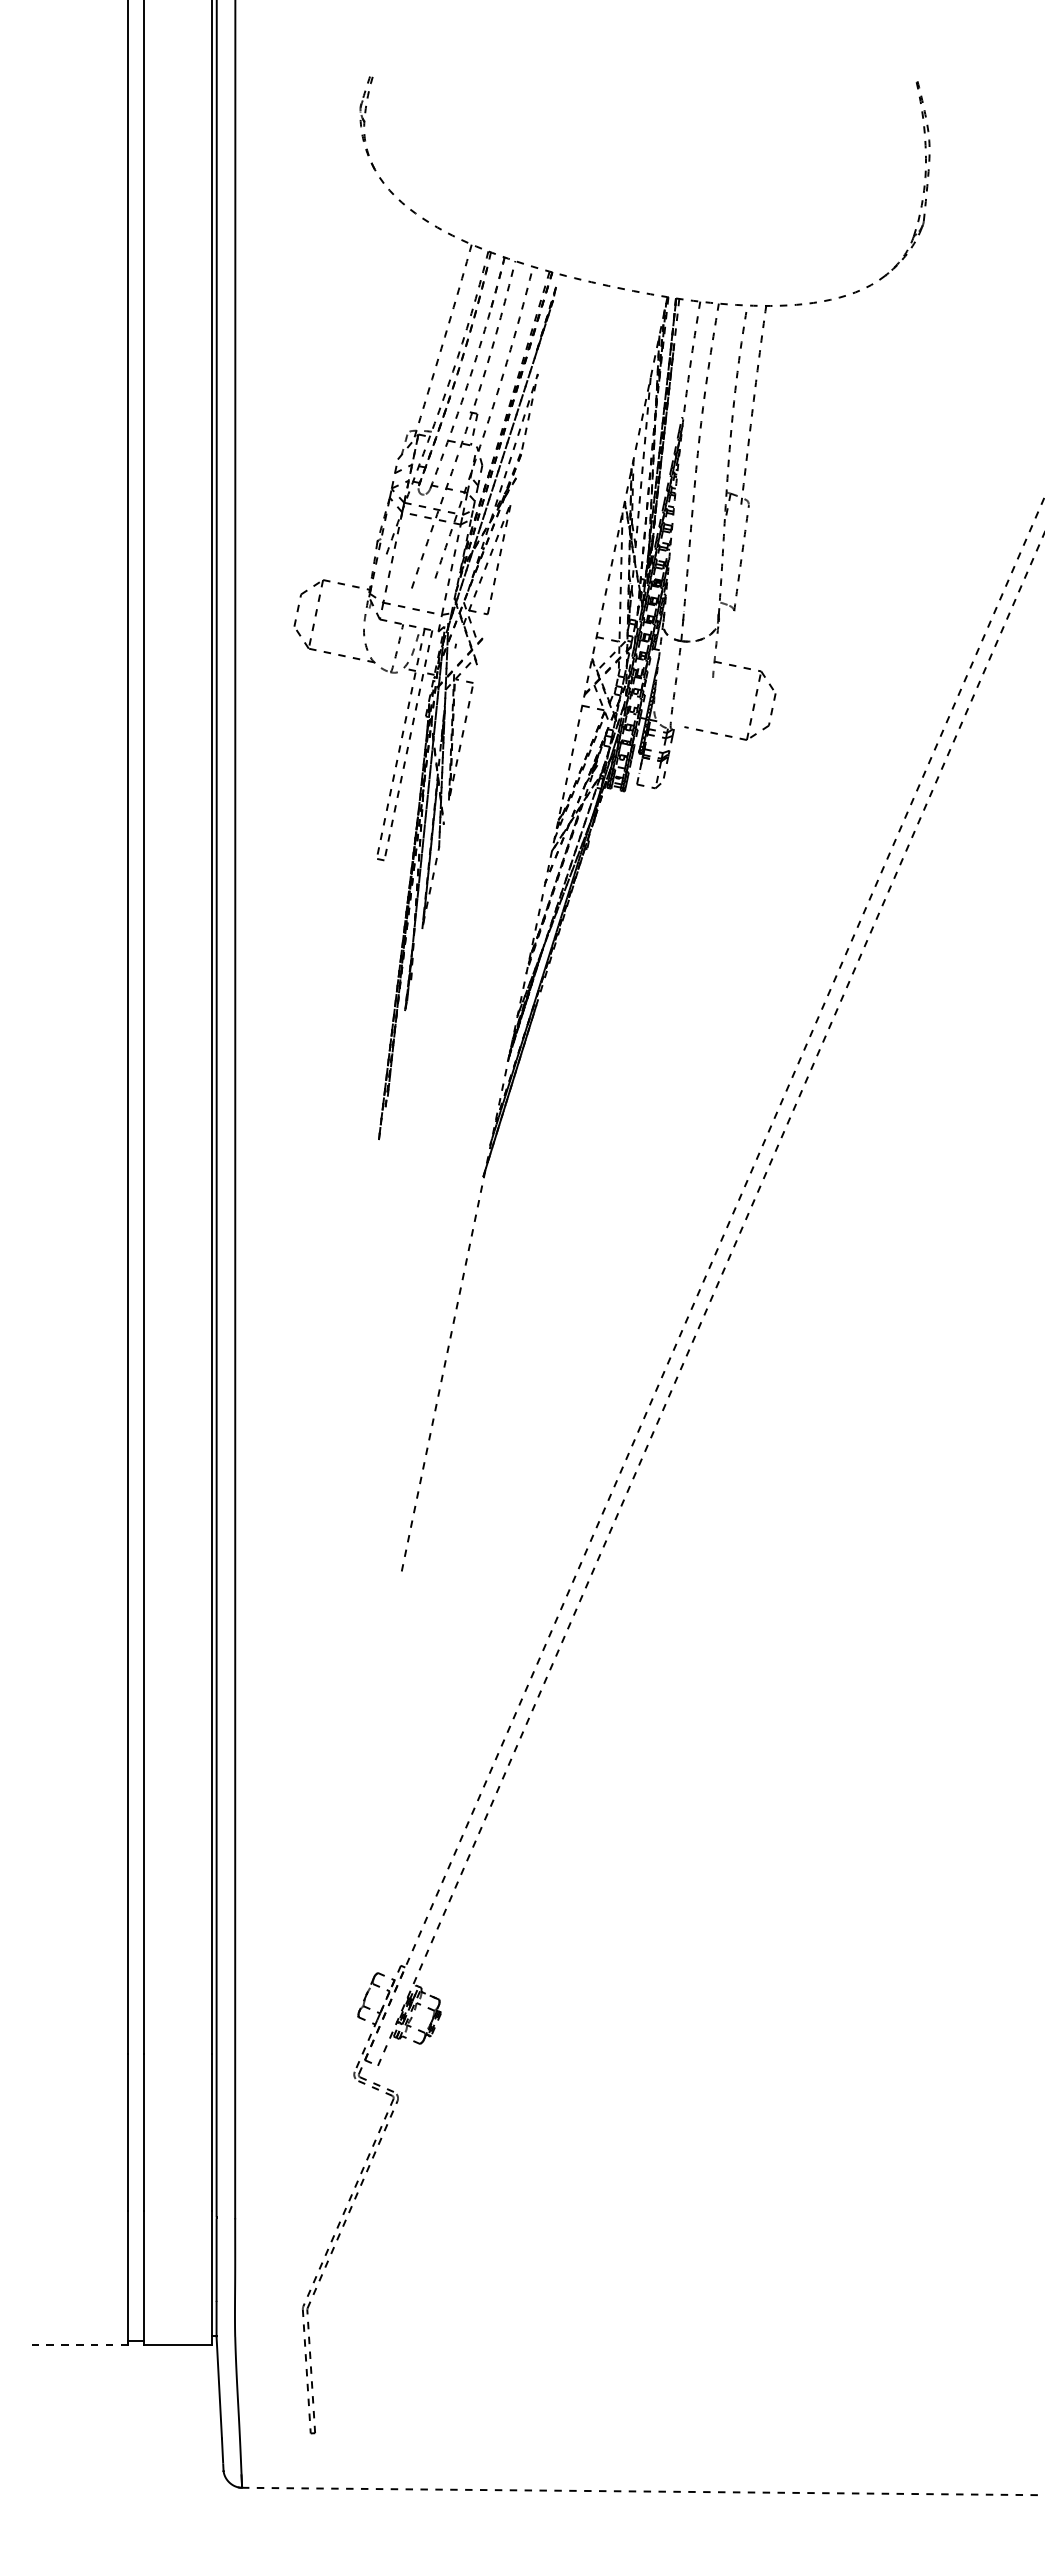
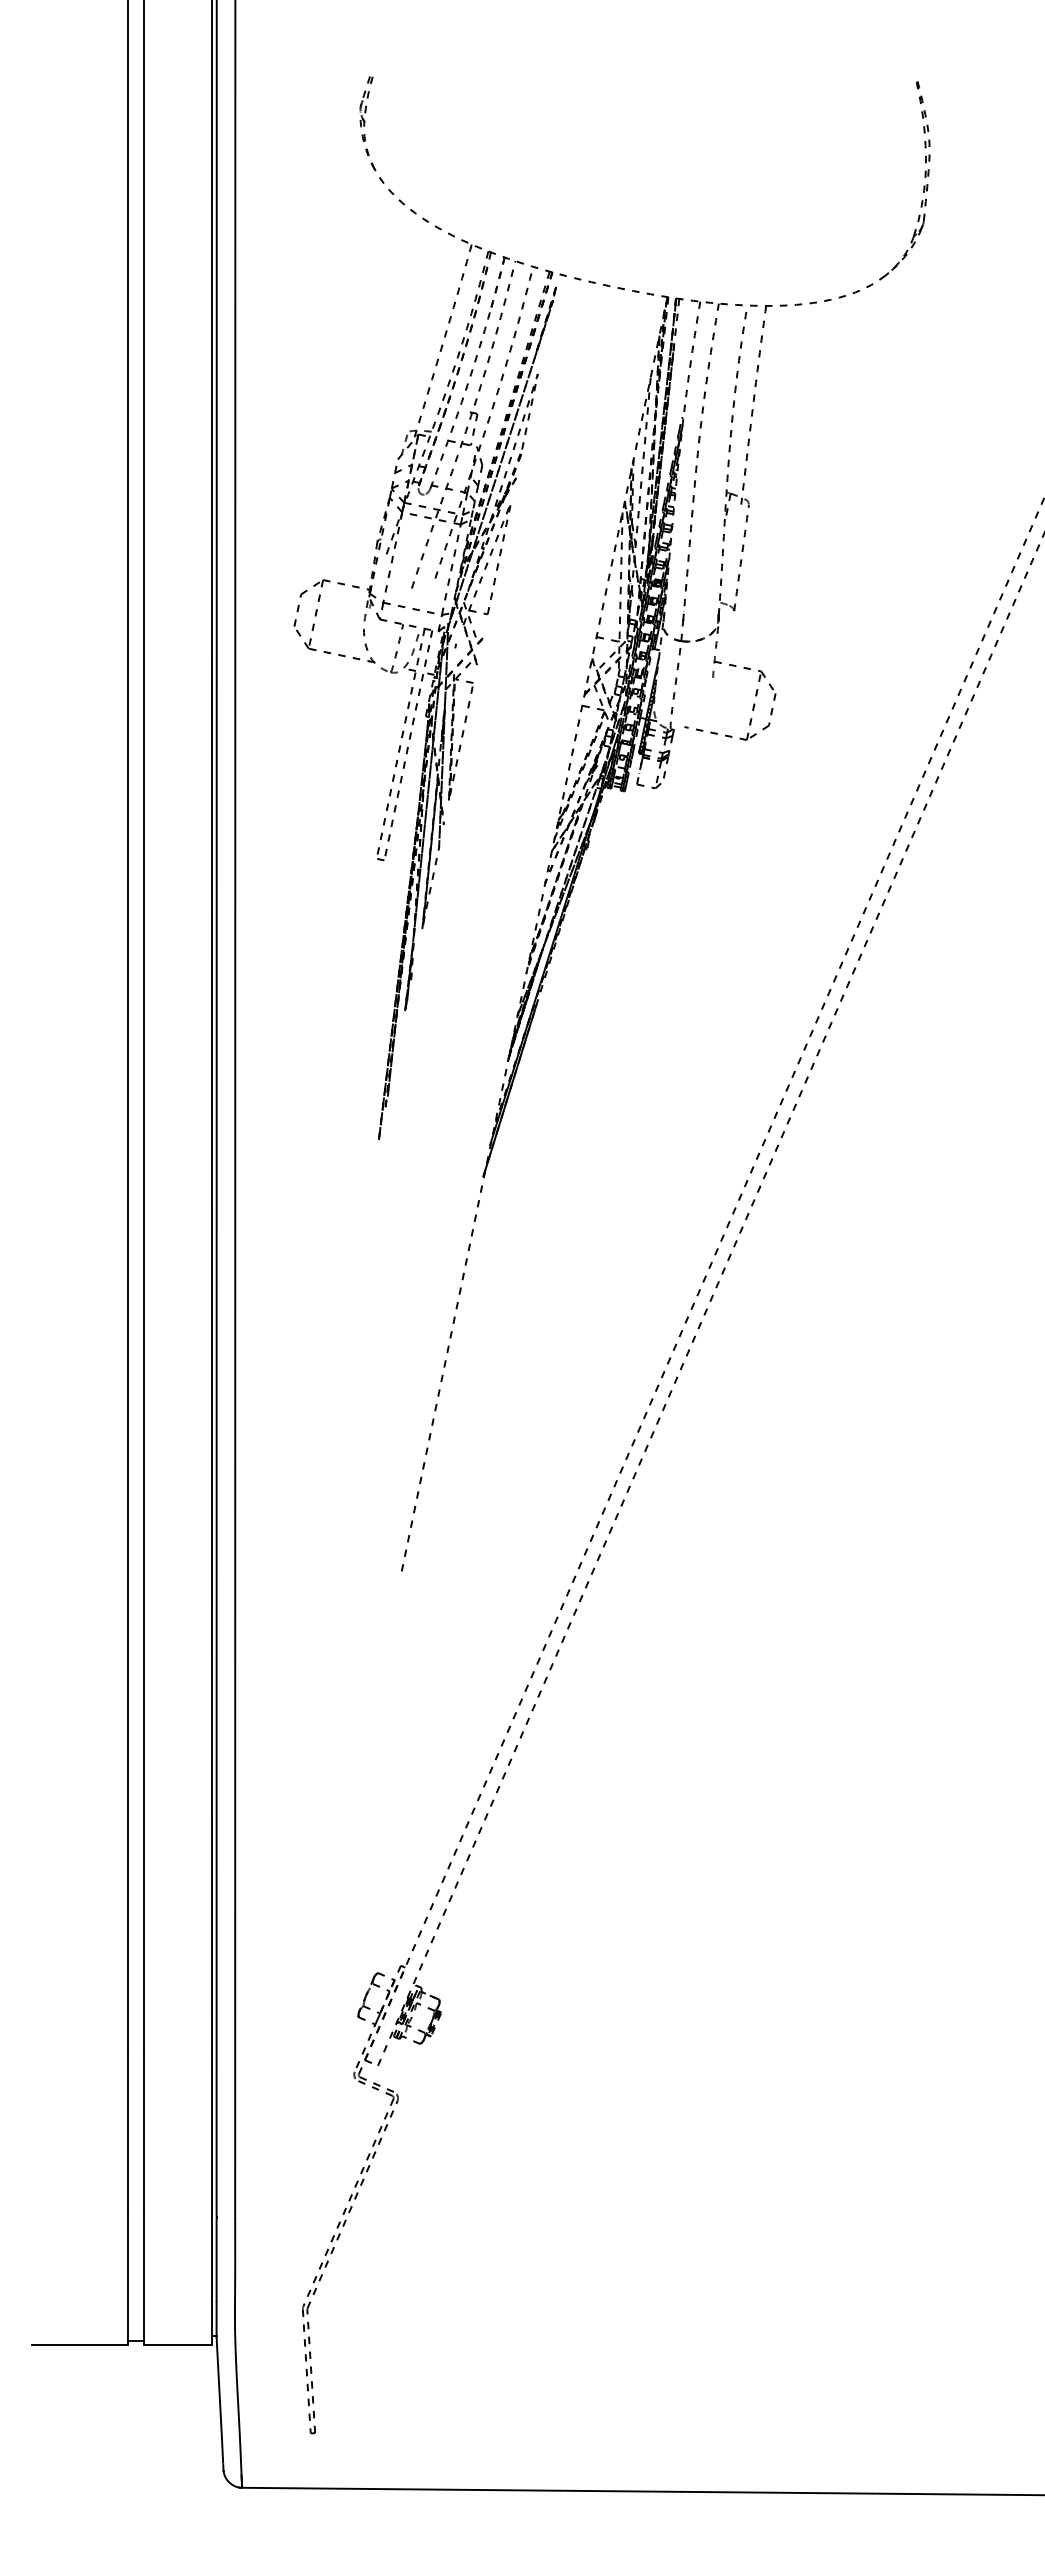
line at (80, 2345): dashed -> solid
line at (643, 2491): dashed -> solid
